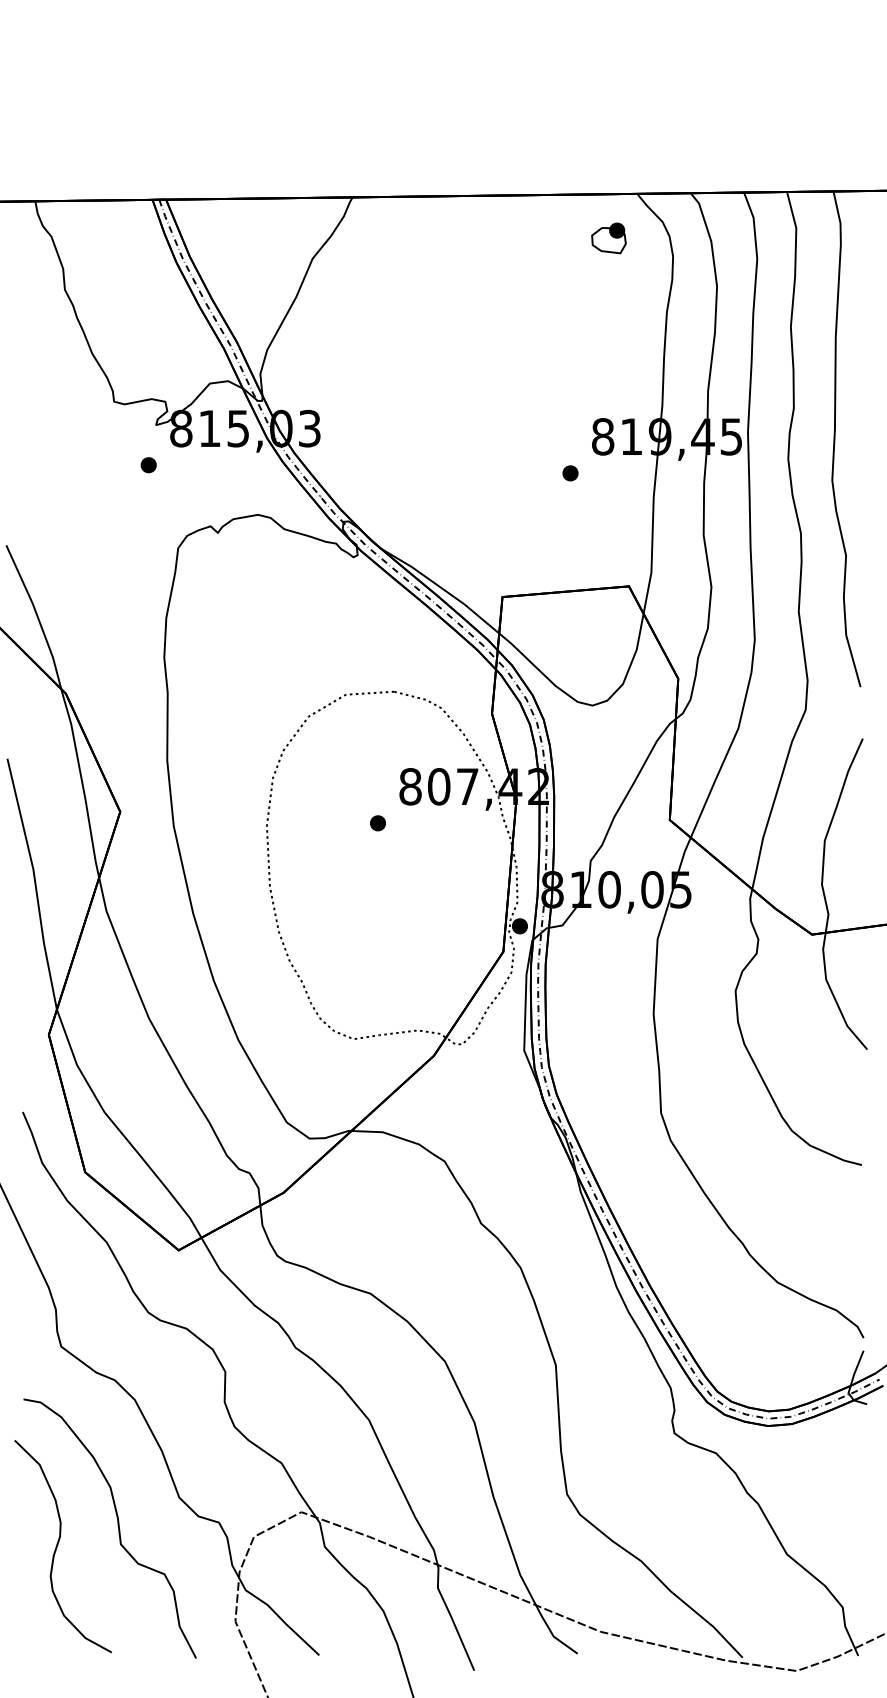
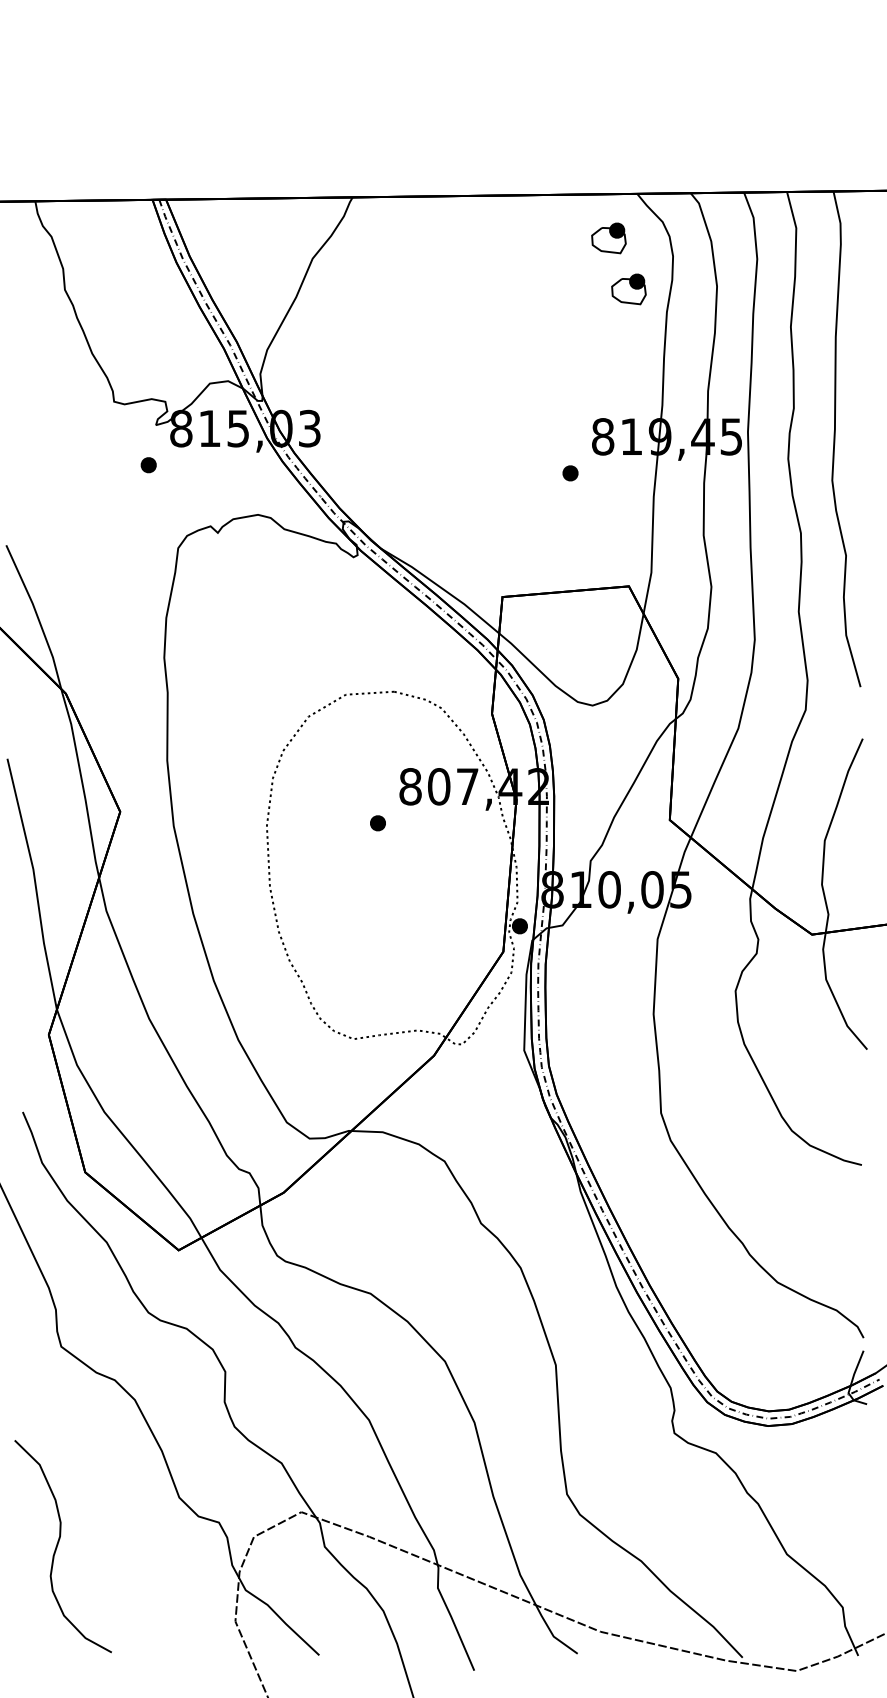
part at (628, 289): none -> present
curve at (117, 1525): present -> none
